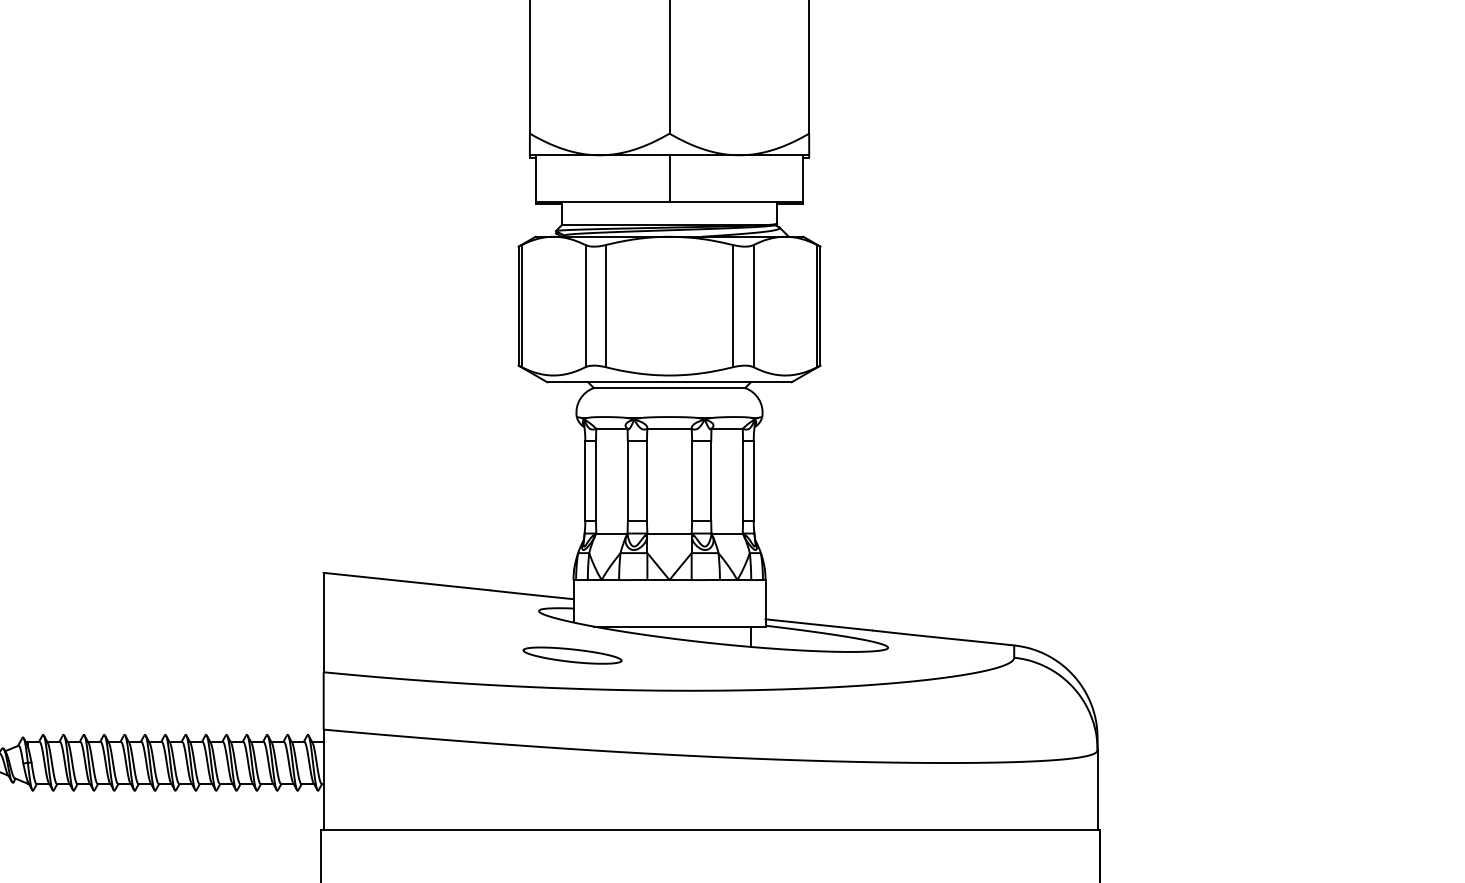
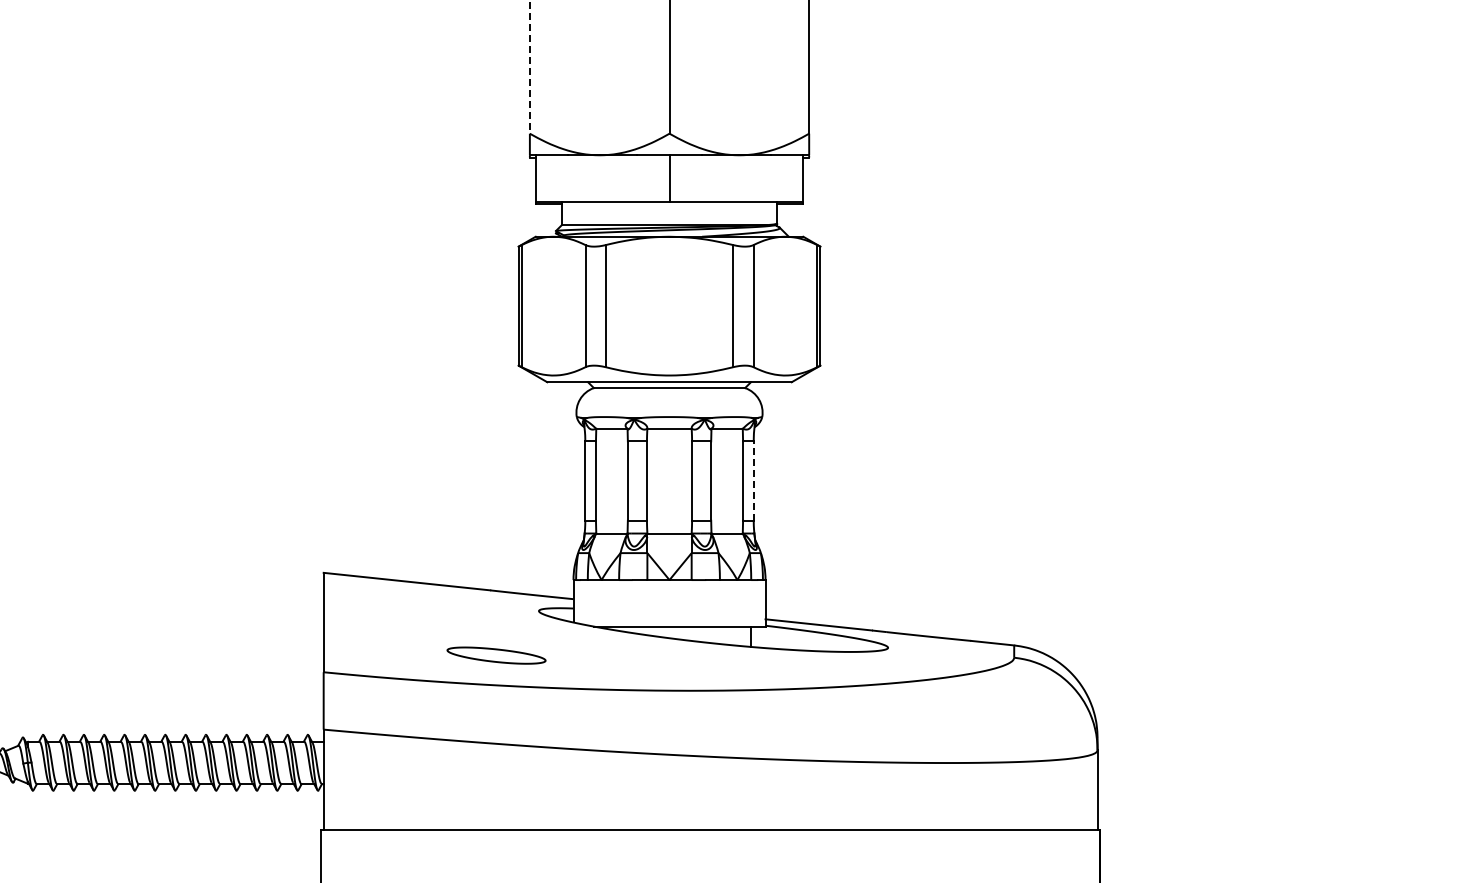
line at (529, 67): solid -> dashed
line at (753, 481): solid -> dashed
part at (572, 655) position: (572, 655) -> (496, 655)
